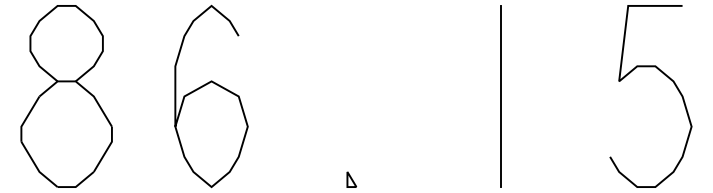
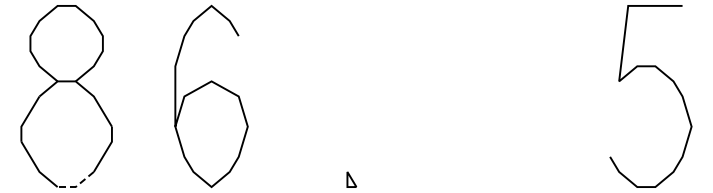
line at (501, 96): present -> none
line at (77, 185): solid -> dashed
